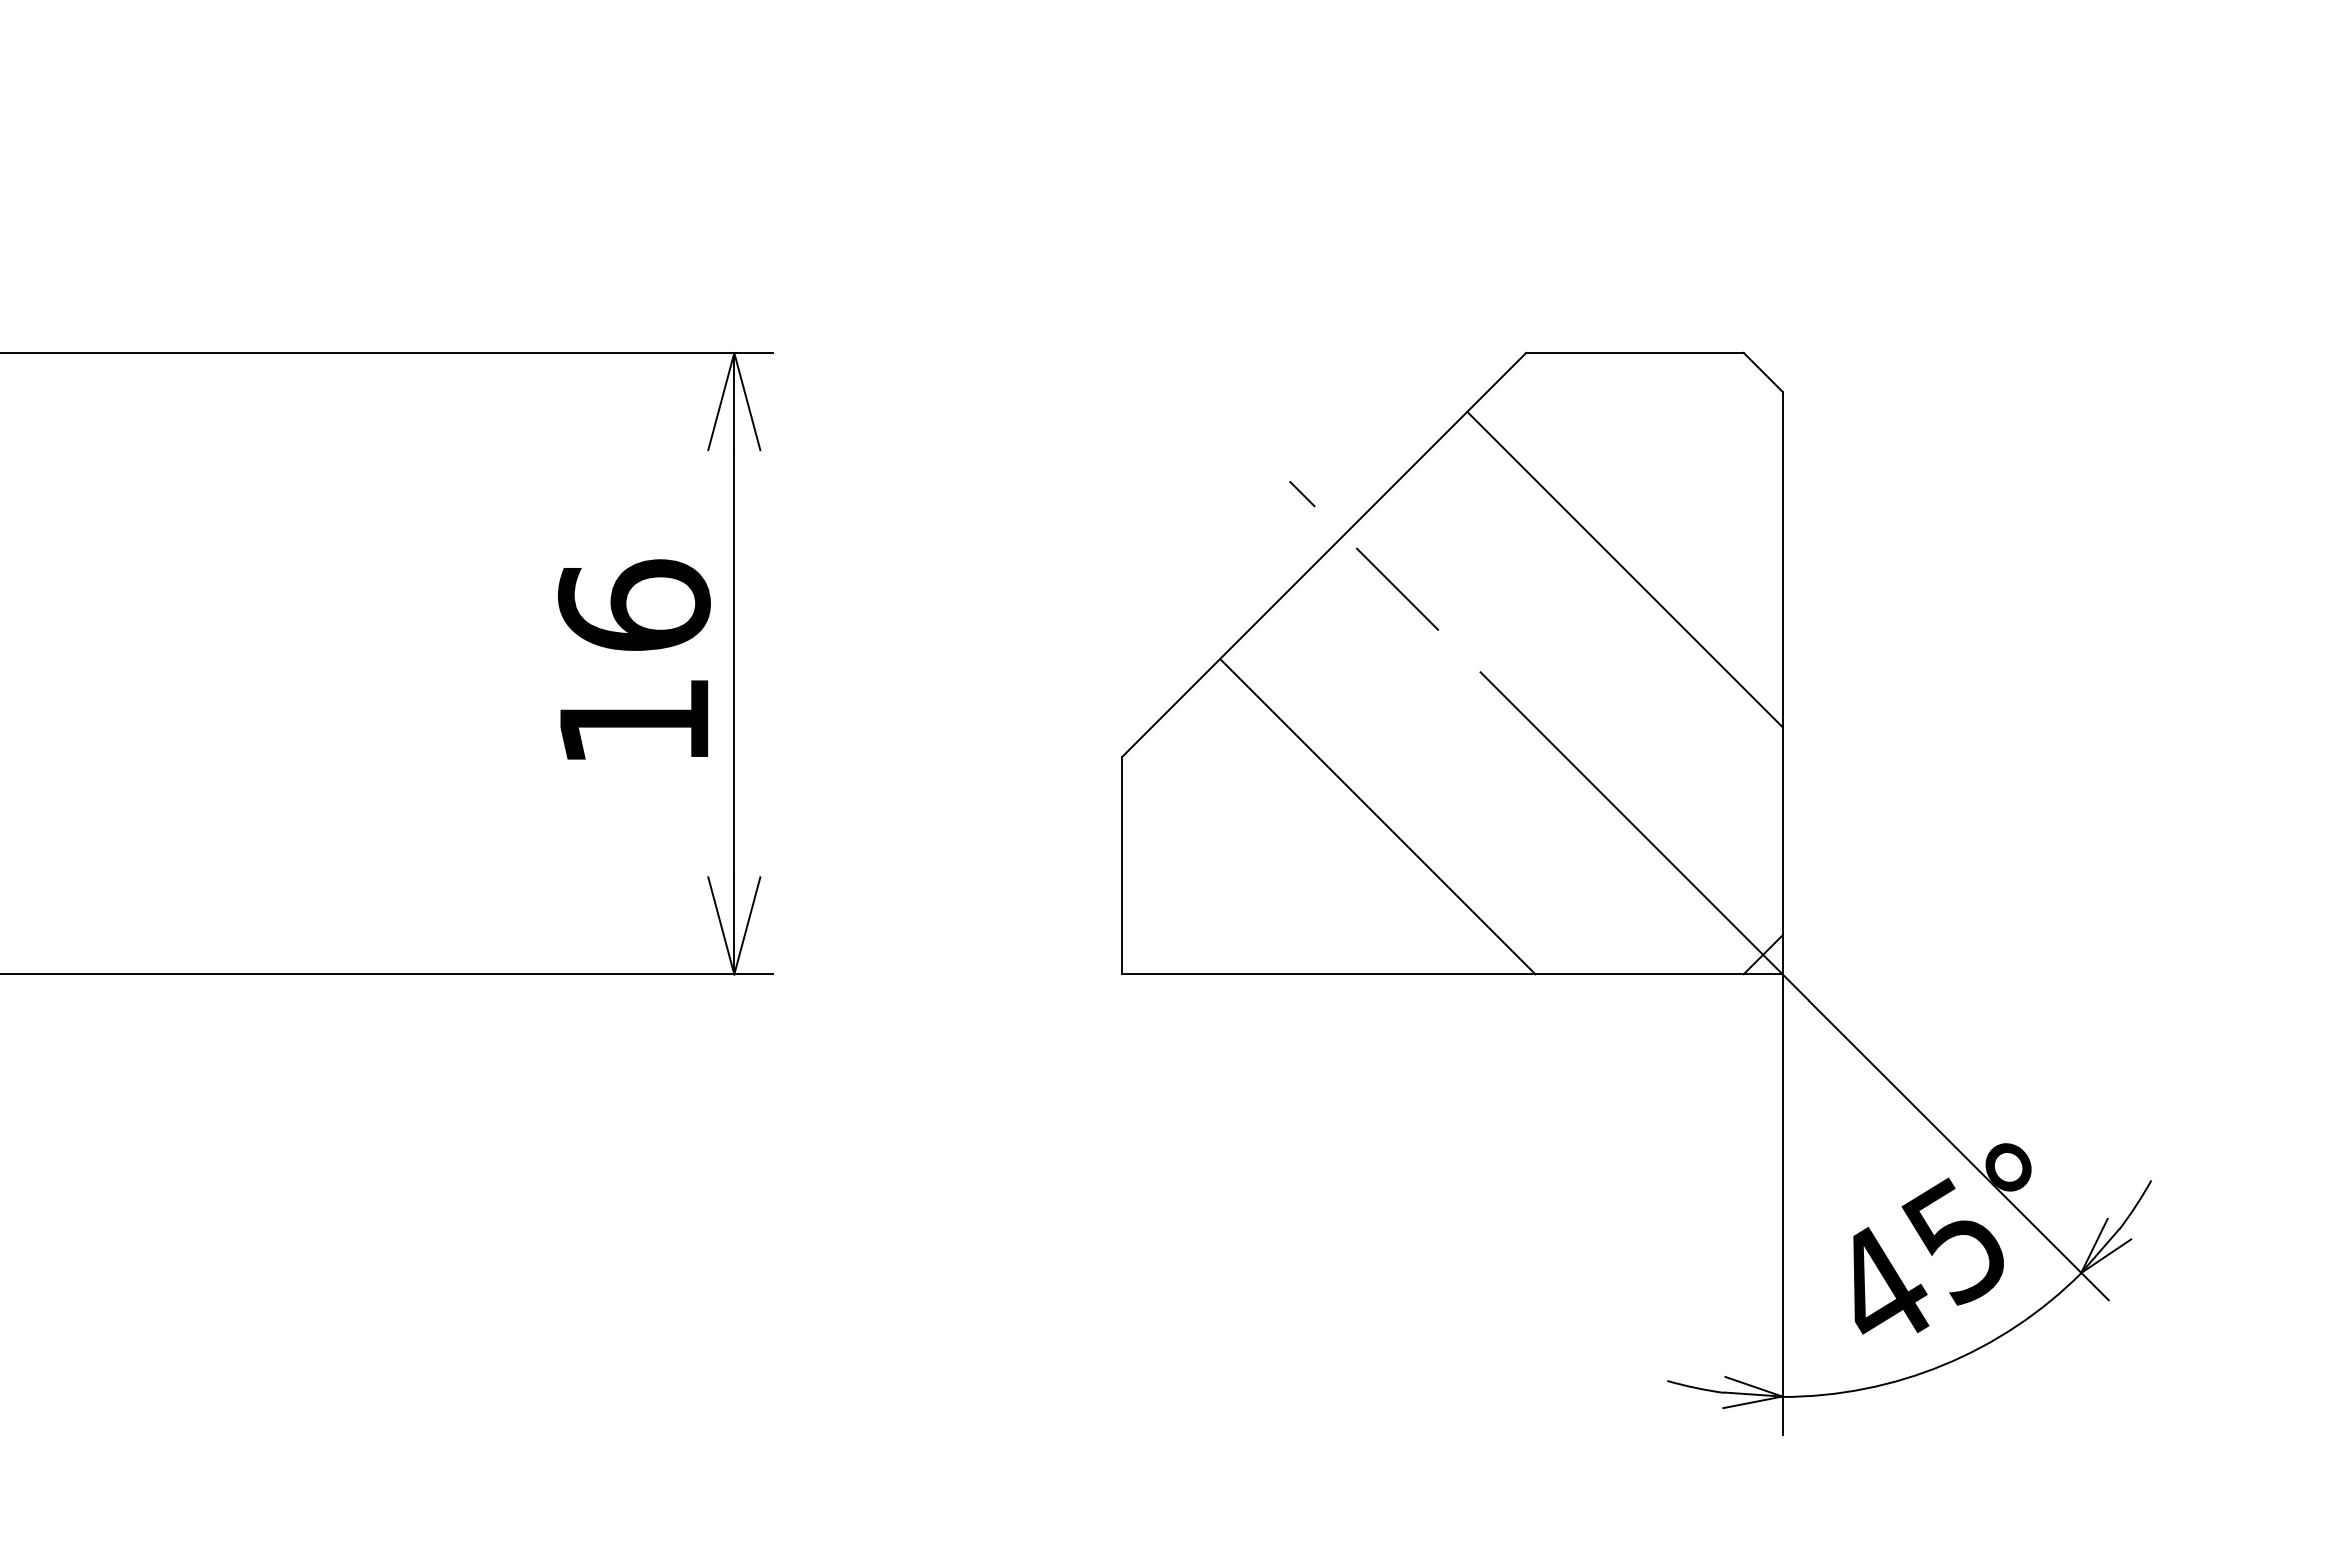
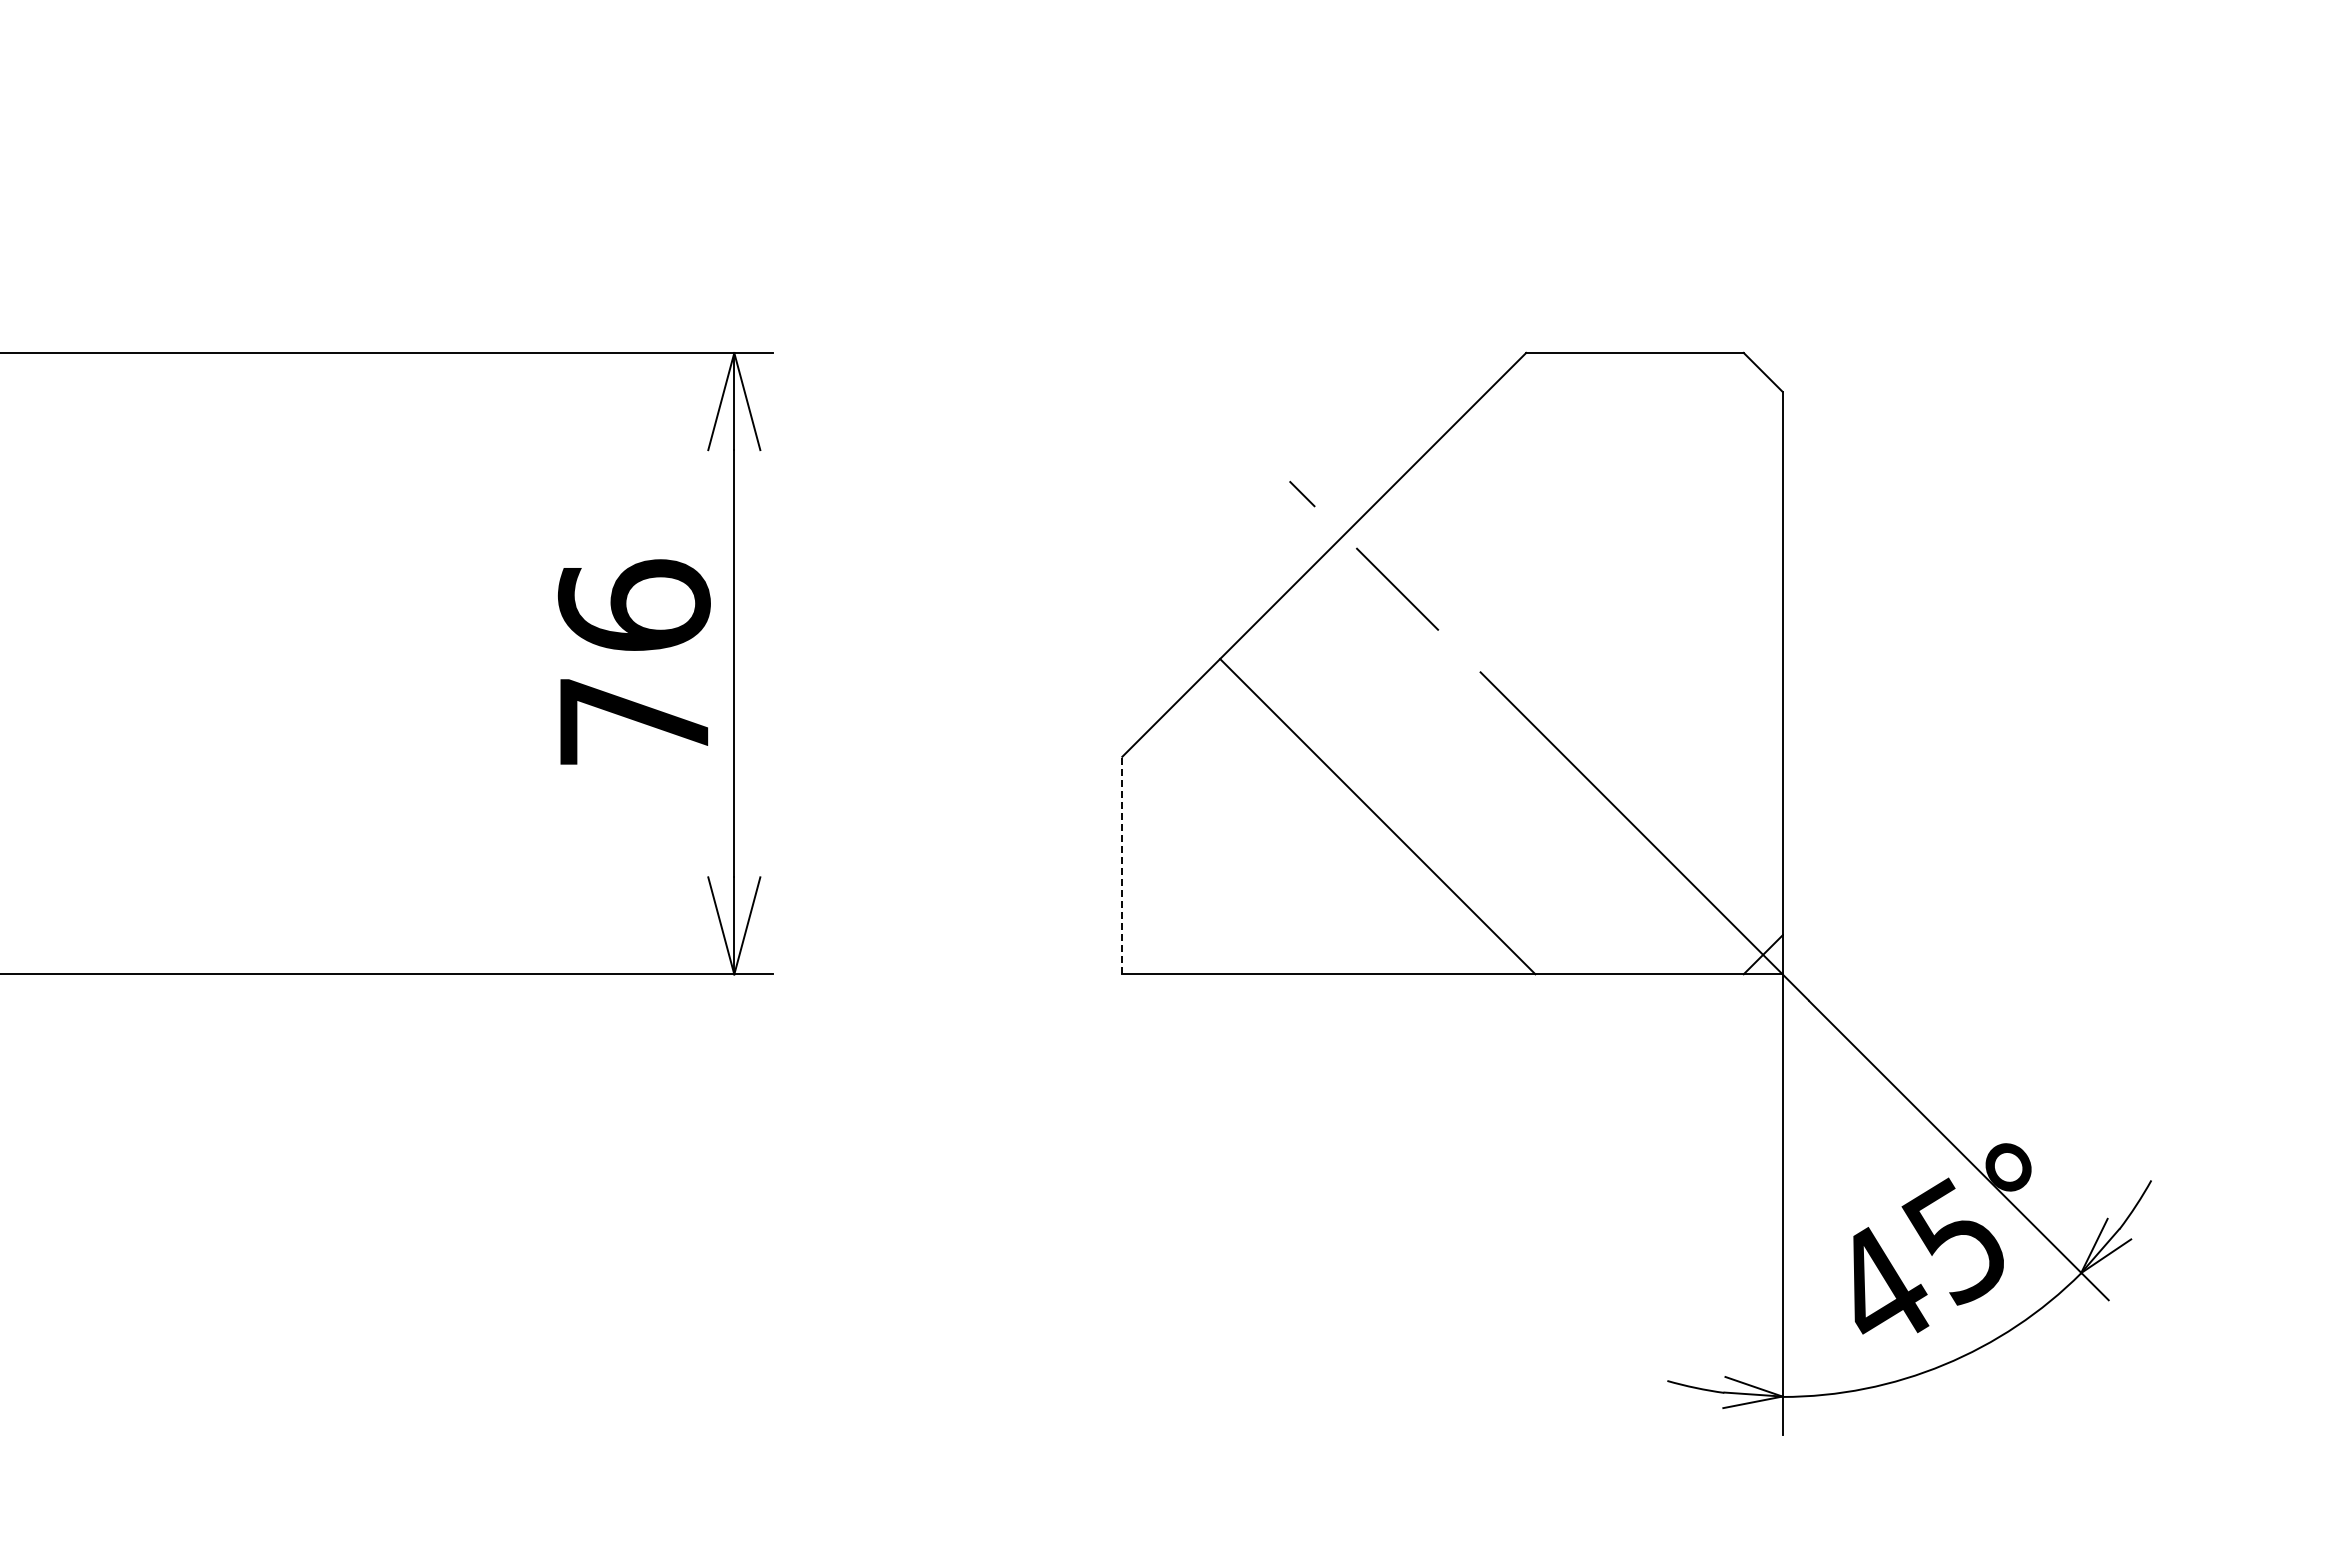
line at (1624, 569): present -> none
text at (634, 721): 16 -> 76
line at (1122, 865): solid -> dashed
